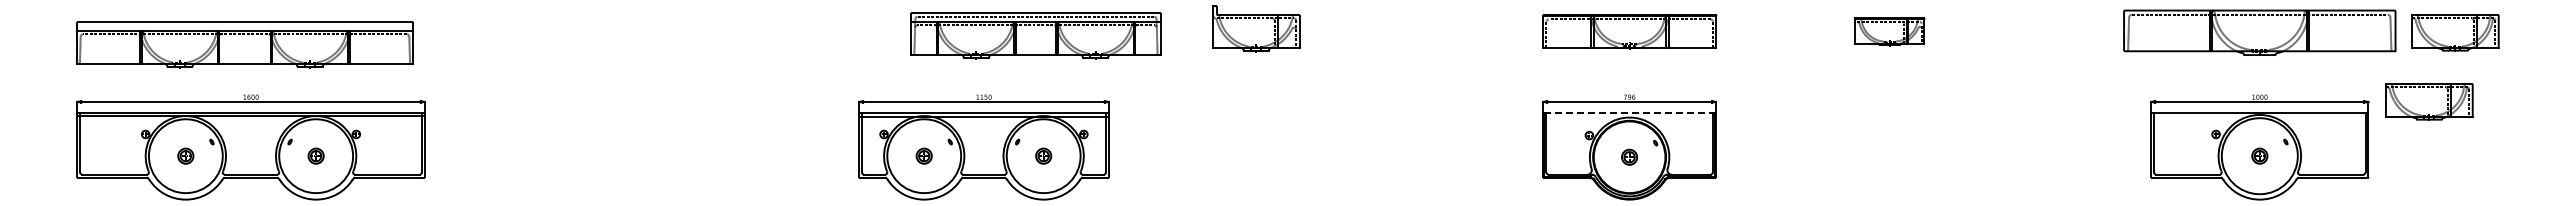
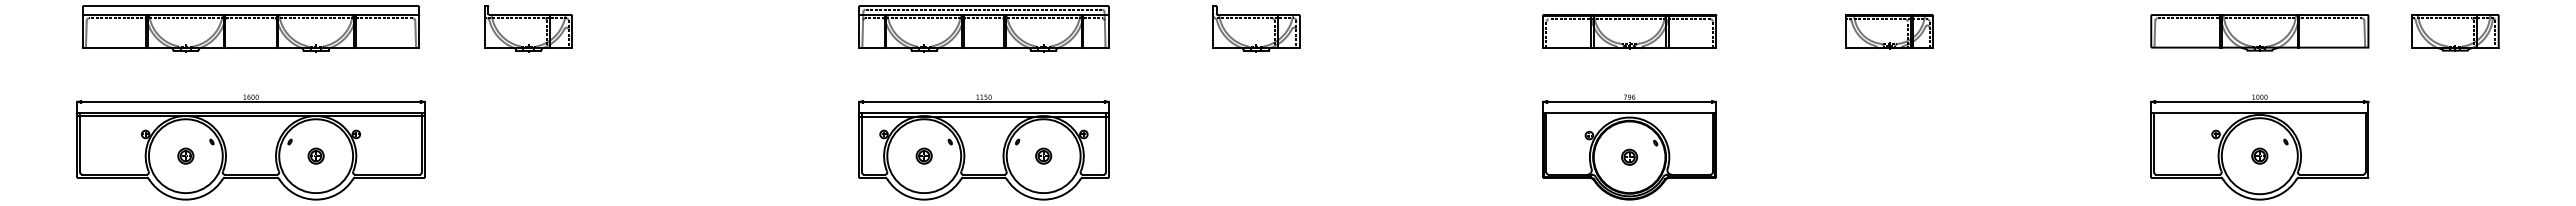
part at (528, 28): none -> present
part at (1889, 31) size: 72x30 px -> 90x36 px
part at (2259, 32) size: 274x47 px -> 220x38 px
part at (1035, 35) position: (1035, 35) -> (983, 28)
part at (244, 44) position: (244, 44) -> (250, 28)
part at (2429, 101): present -> none
line at (1629, 112): dashed -> solid
